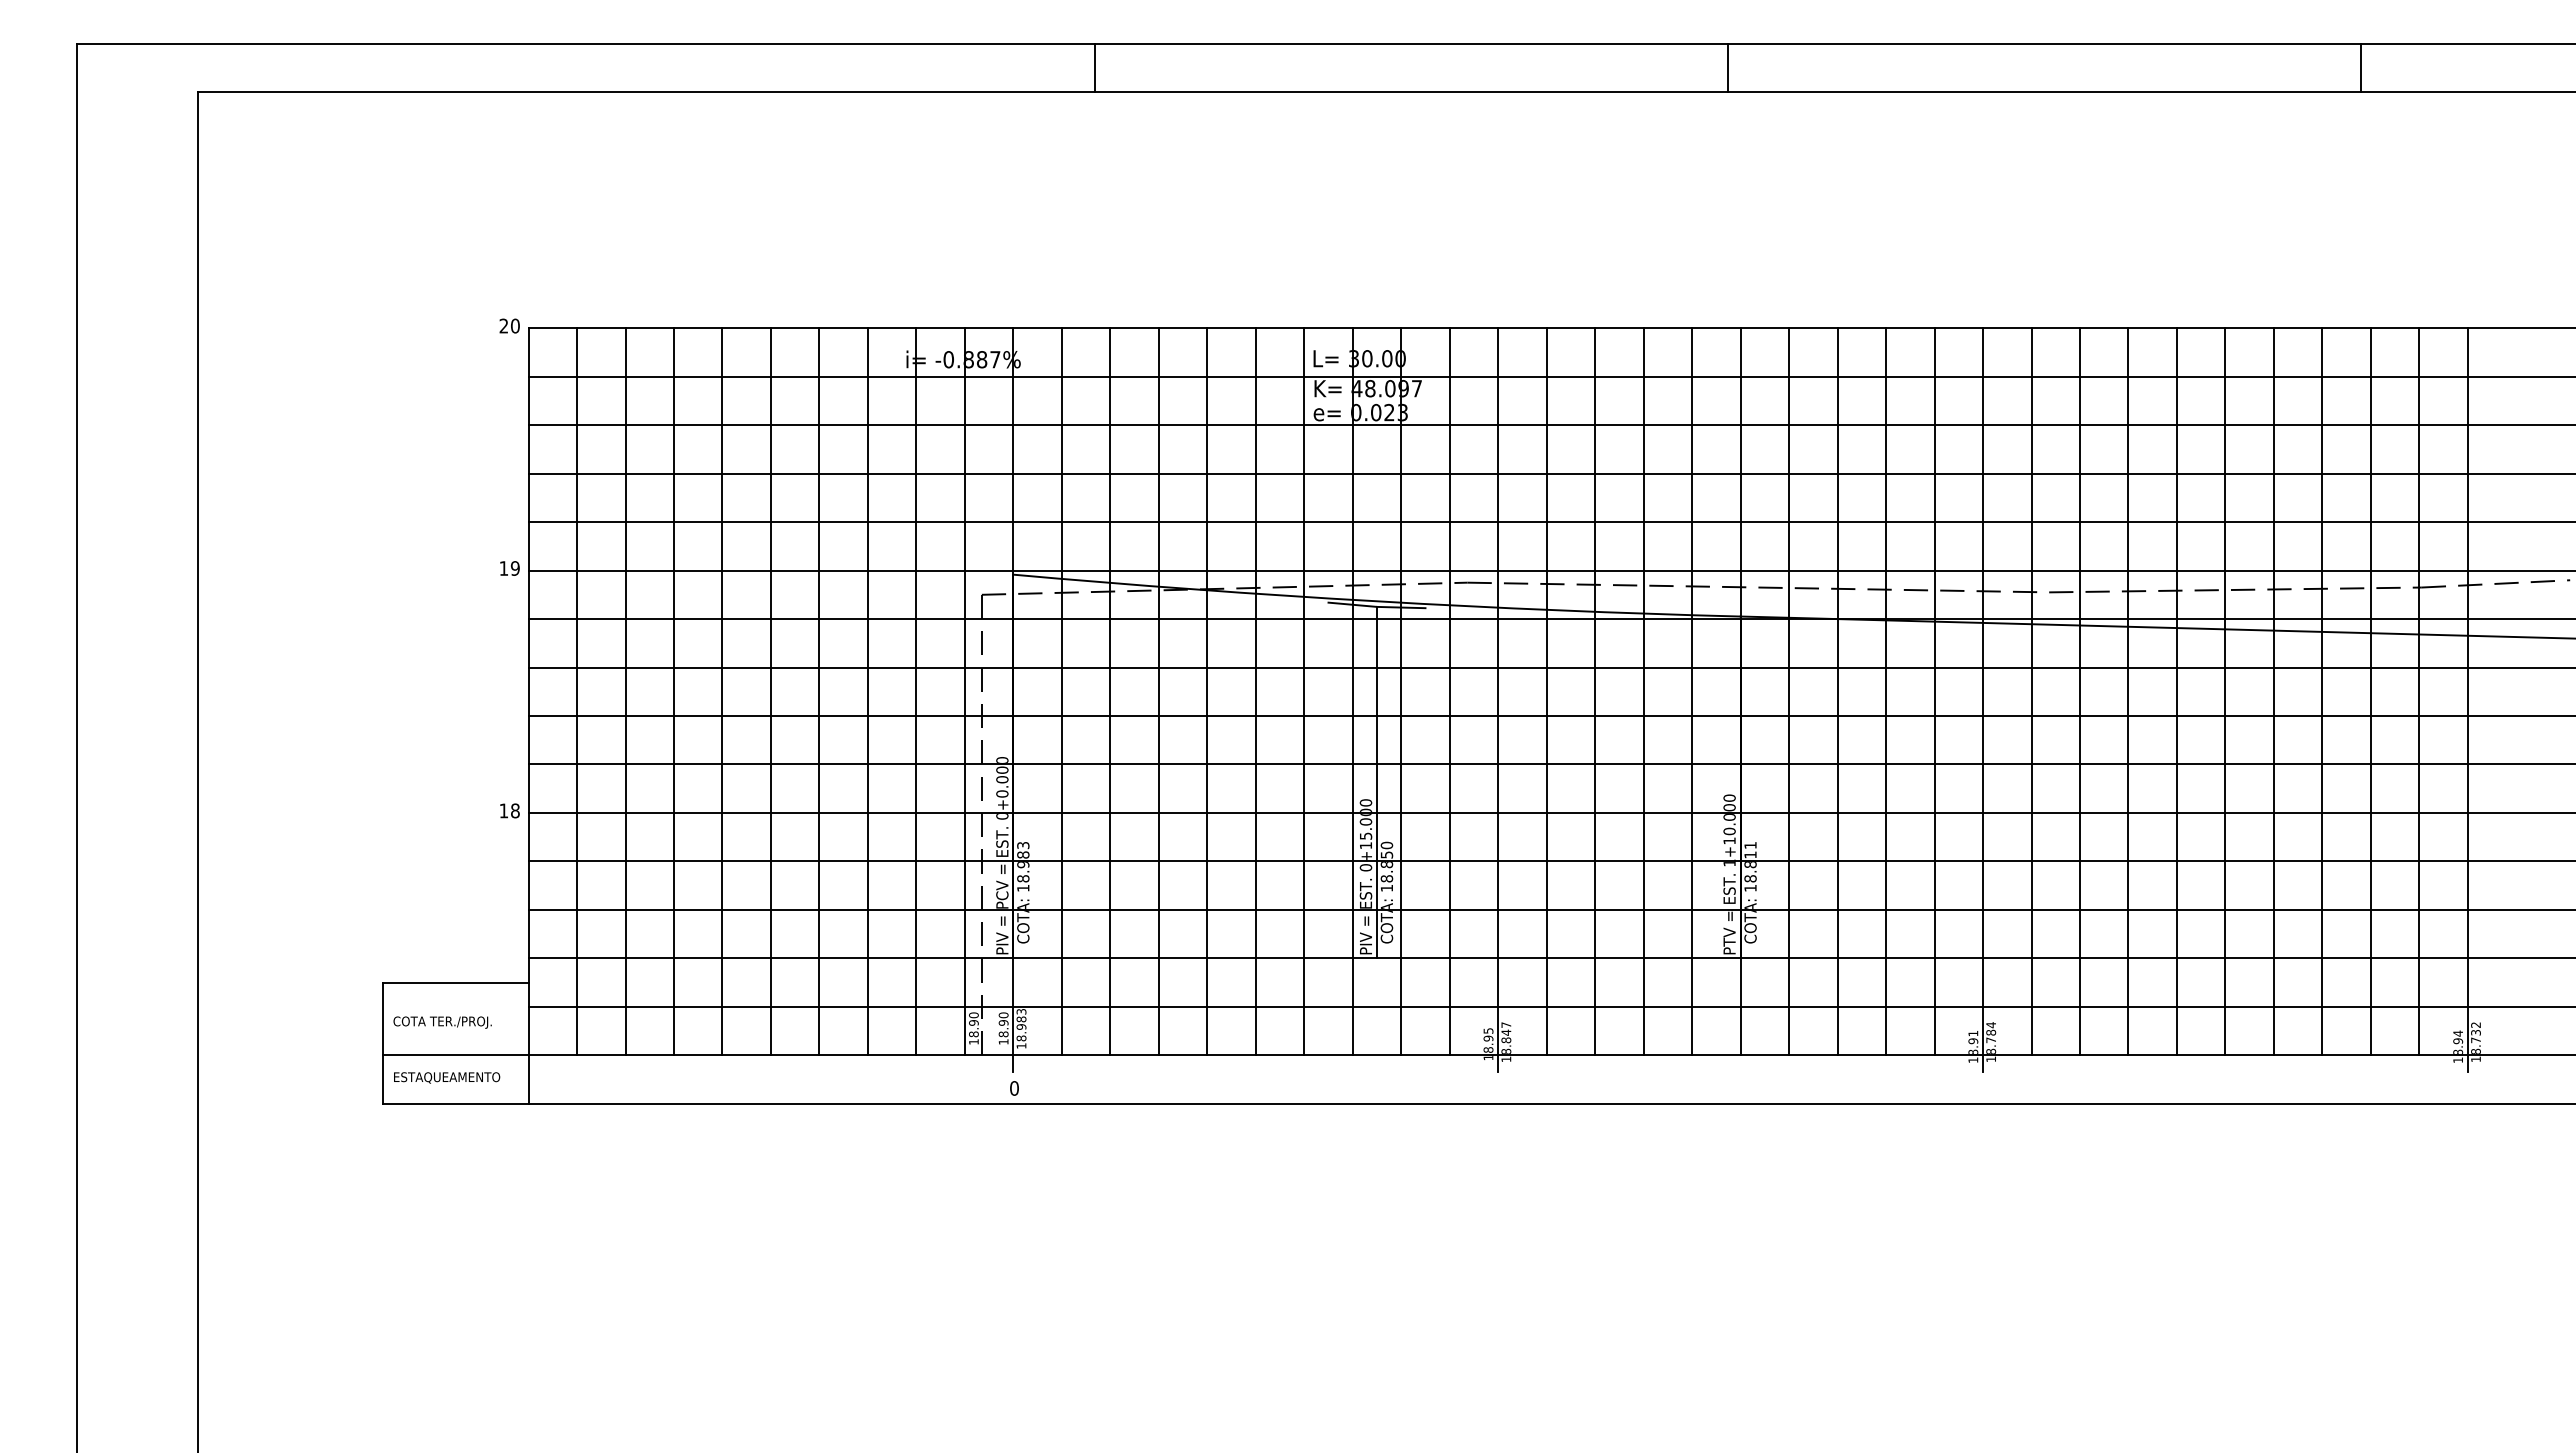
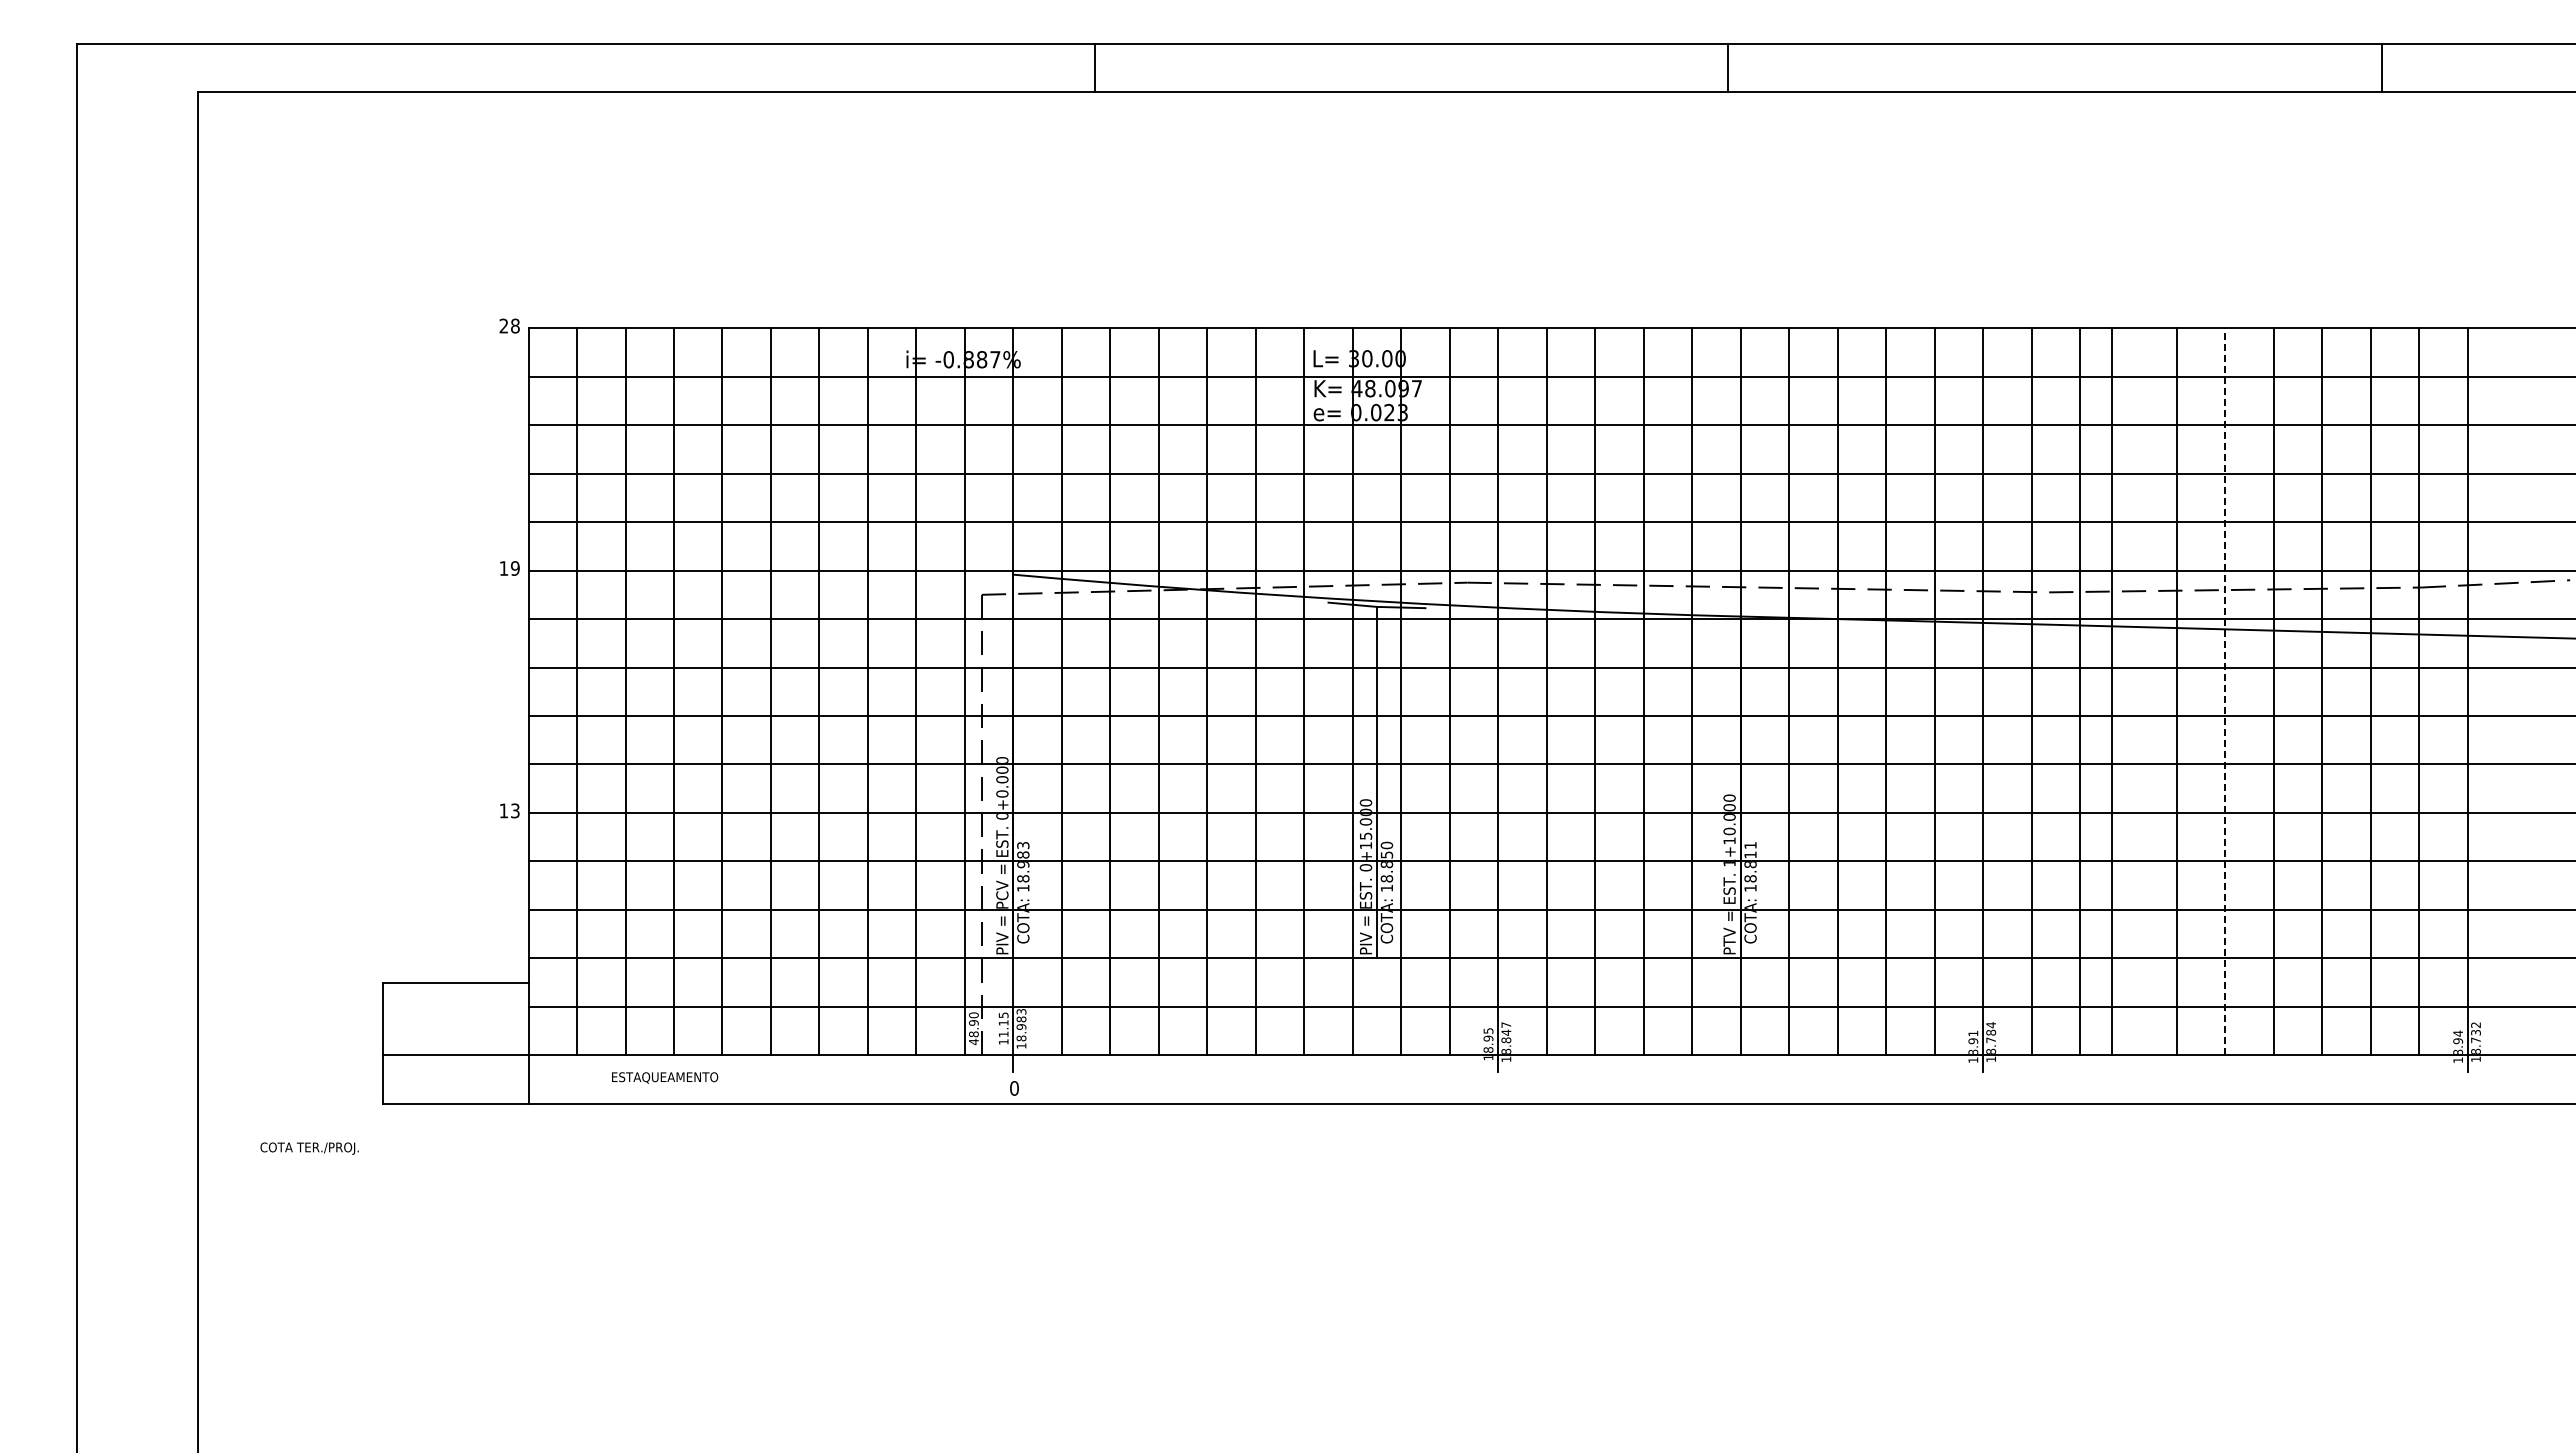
line at (2360, 67) position: (2360, 67) -> (2381, 67)
text at (515, 326): 20 -> 28
line at (2128, 691) position: (2128, 691) -> (2112, 691)
line at (2225, 691): solid -> dashed
text at (515, 810): 18 -> 13
text at (442, 1022) position: (442, 1022) -> (309, 1148)
text at (1003, 1024): 18.90 -> 11.15
text at (973, 1042): 18.90 -> 48.90
text at (447, 1077) position: (447, 1077) -> (665, 1077)
